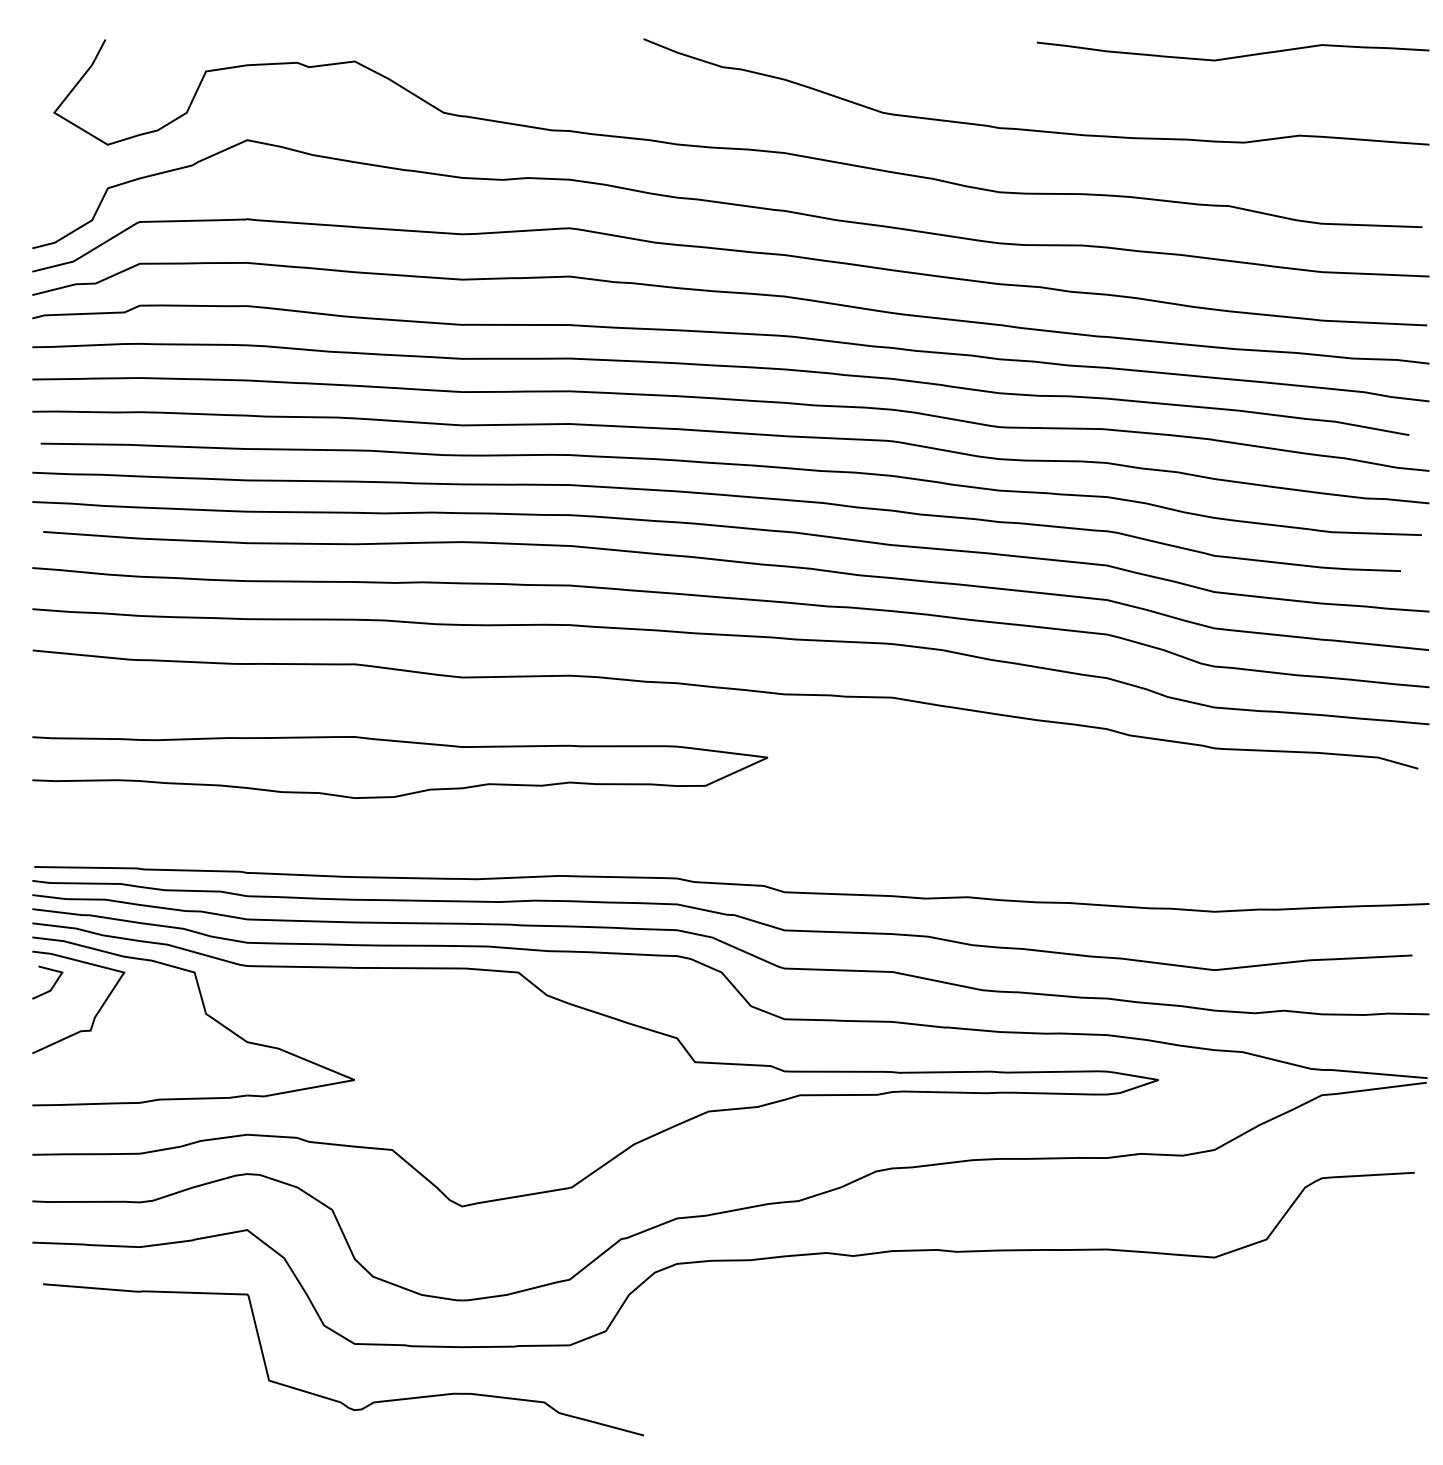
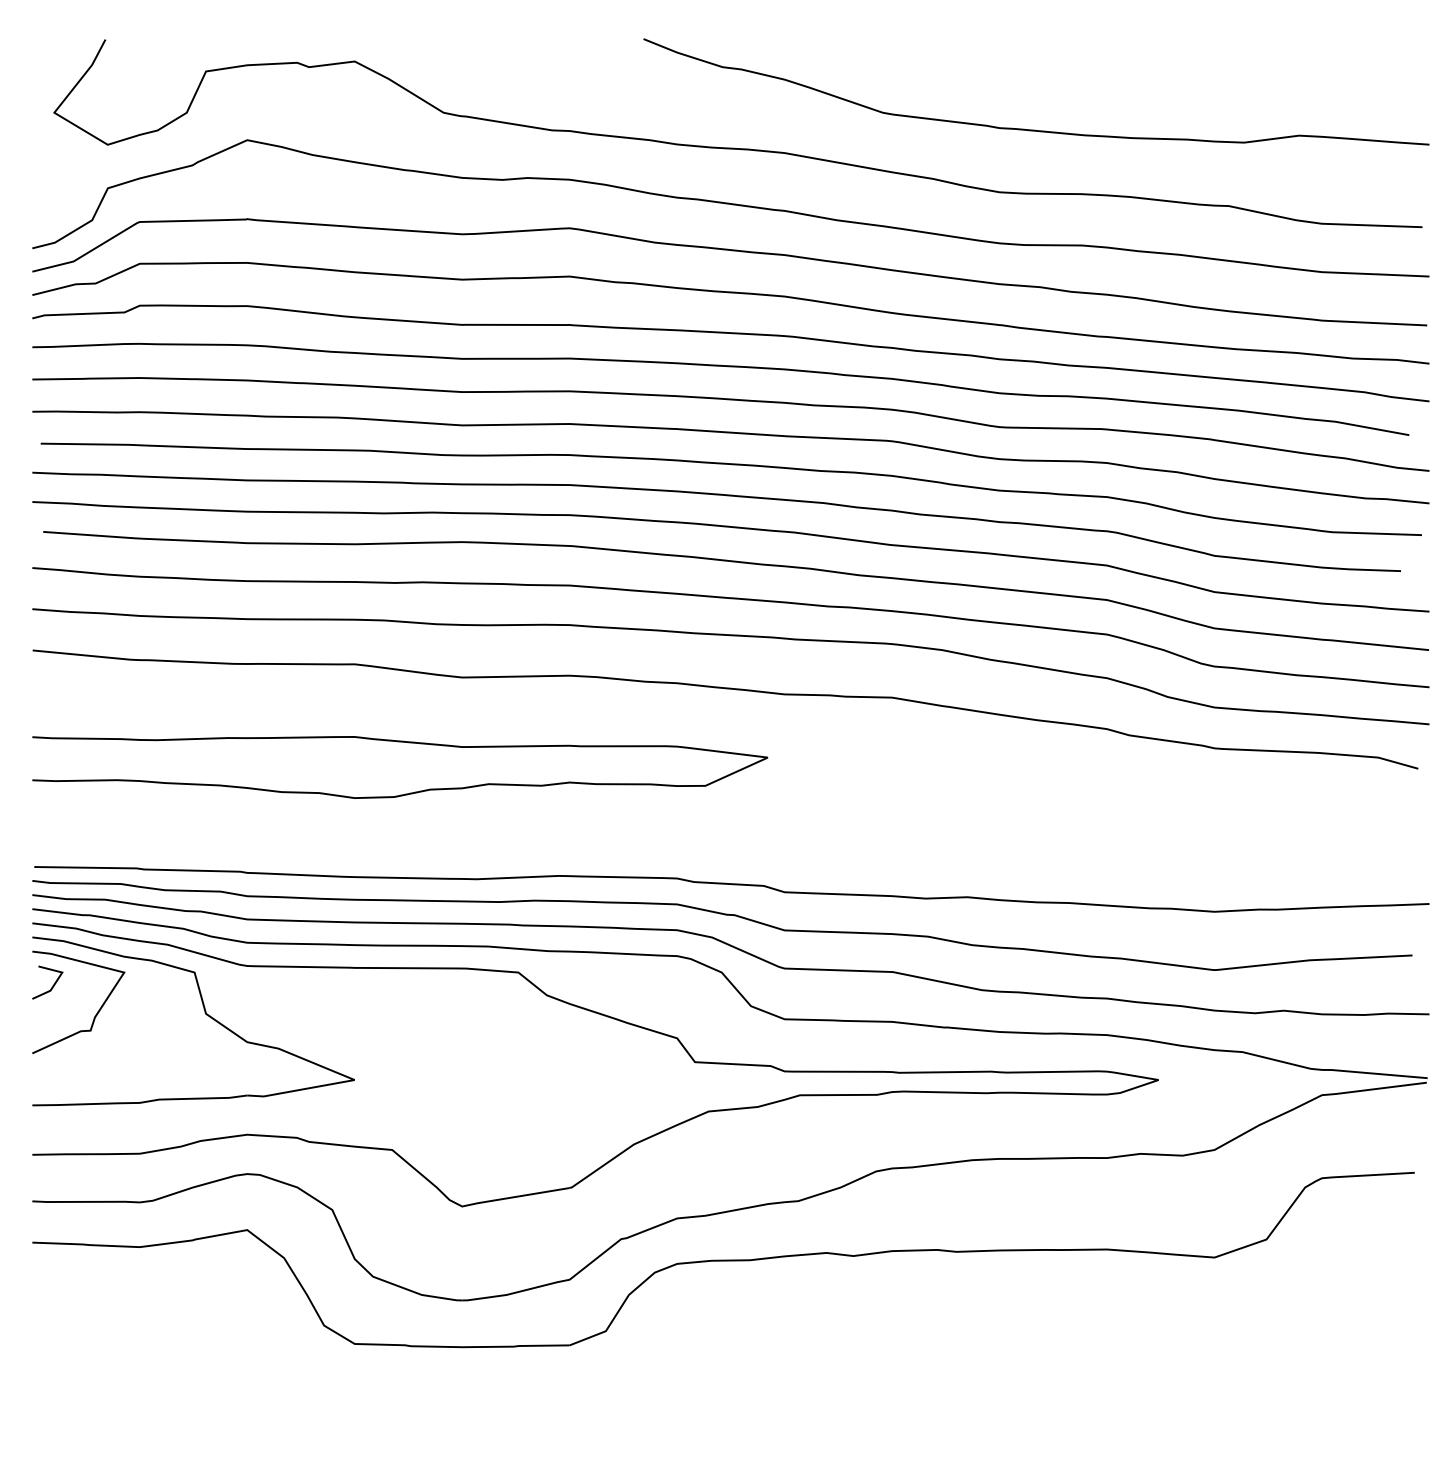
curve at (1233, 56): present -> none
curve at (332, 1398): present -> none
